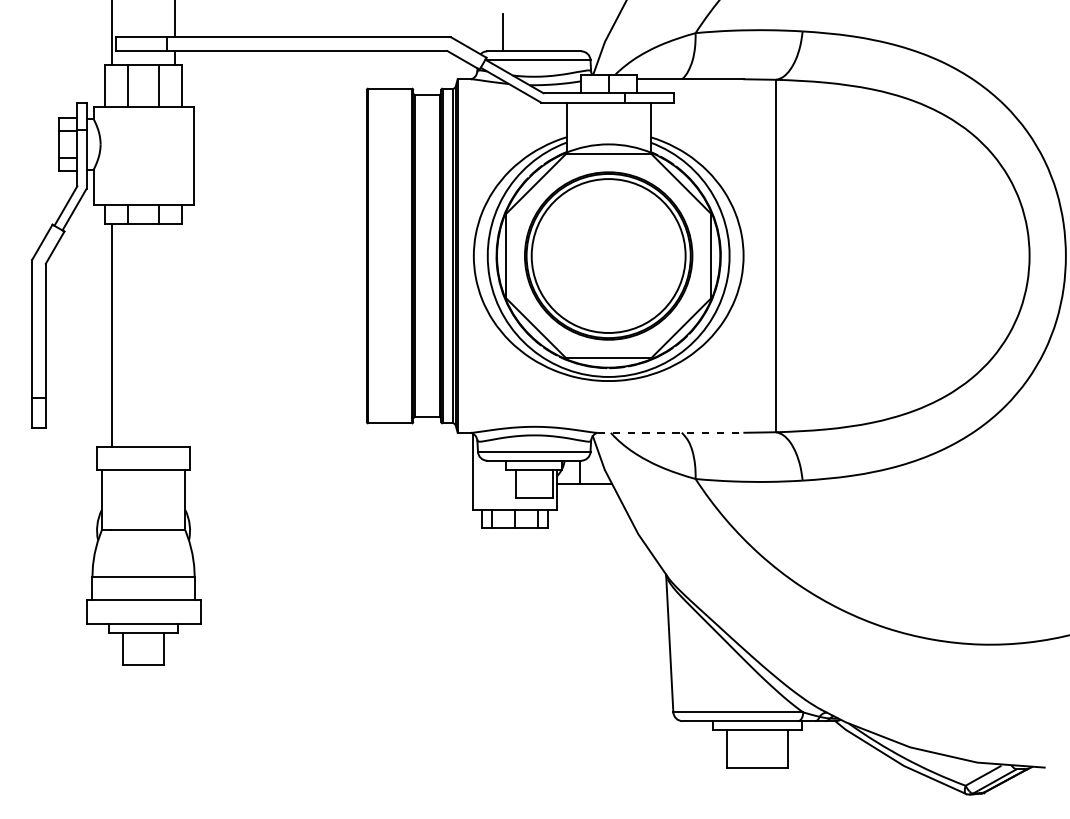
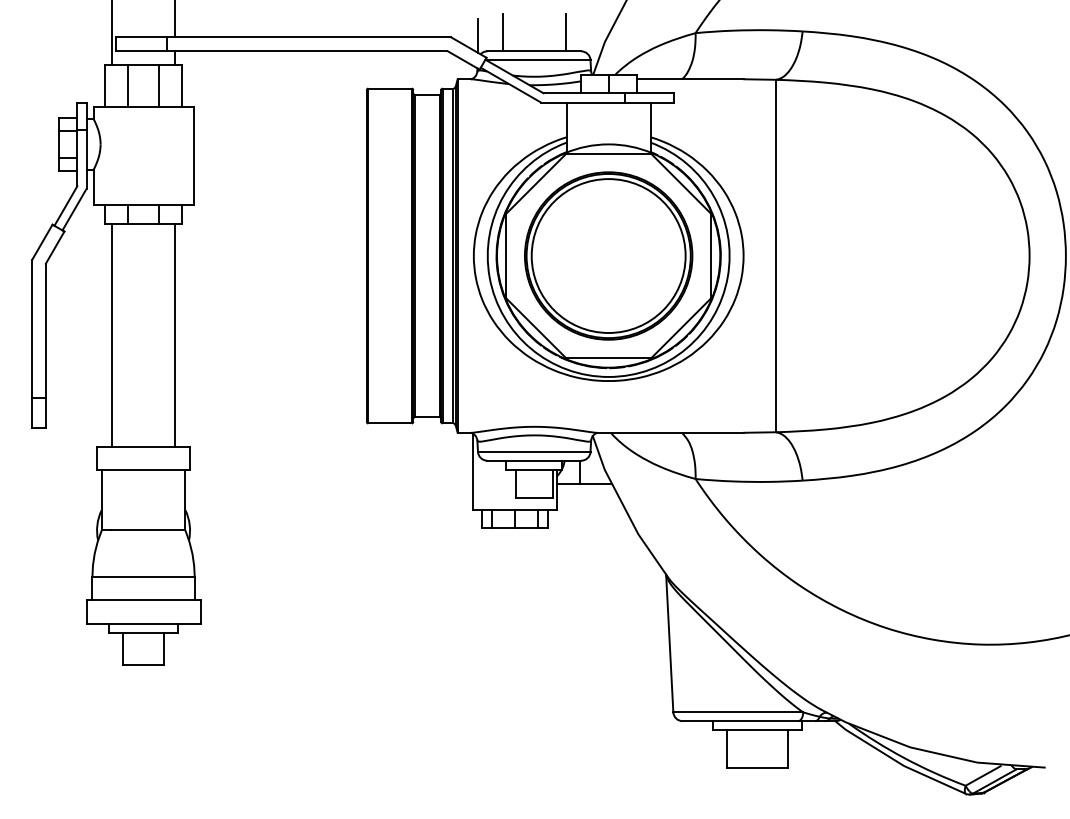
line at (565, 32): none -> present
line at (477, 35): none -> present
line at (174, 334): none -> present
line at (671, 432): dashed -> solid
